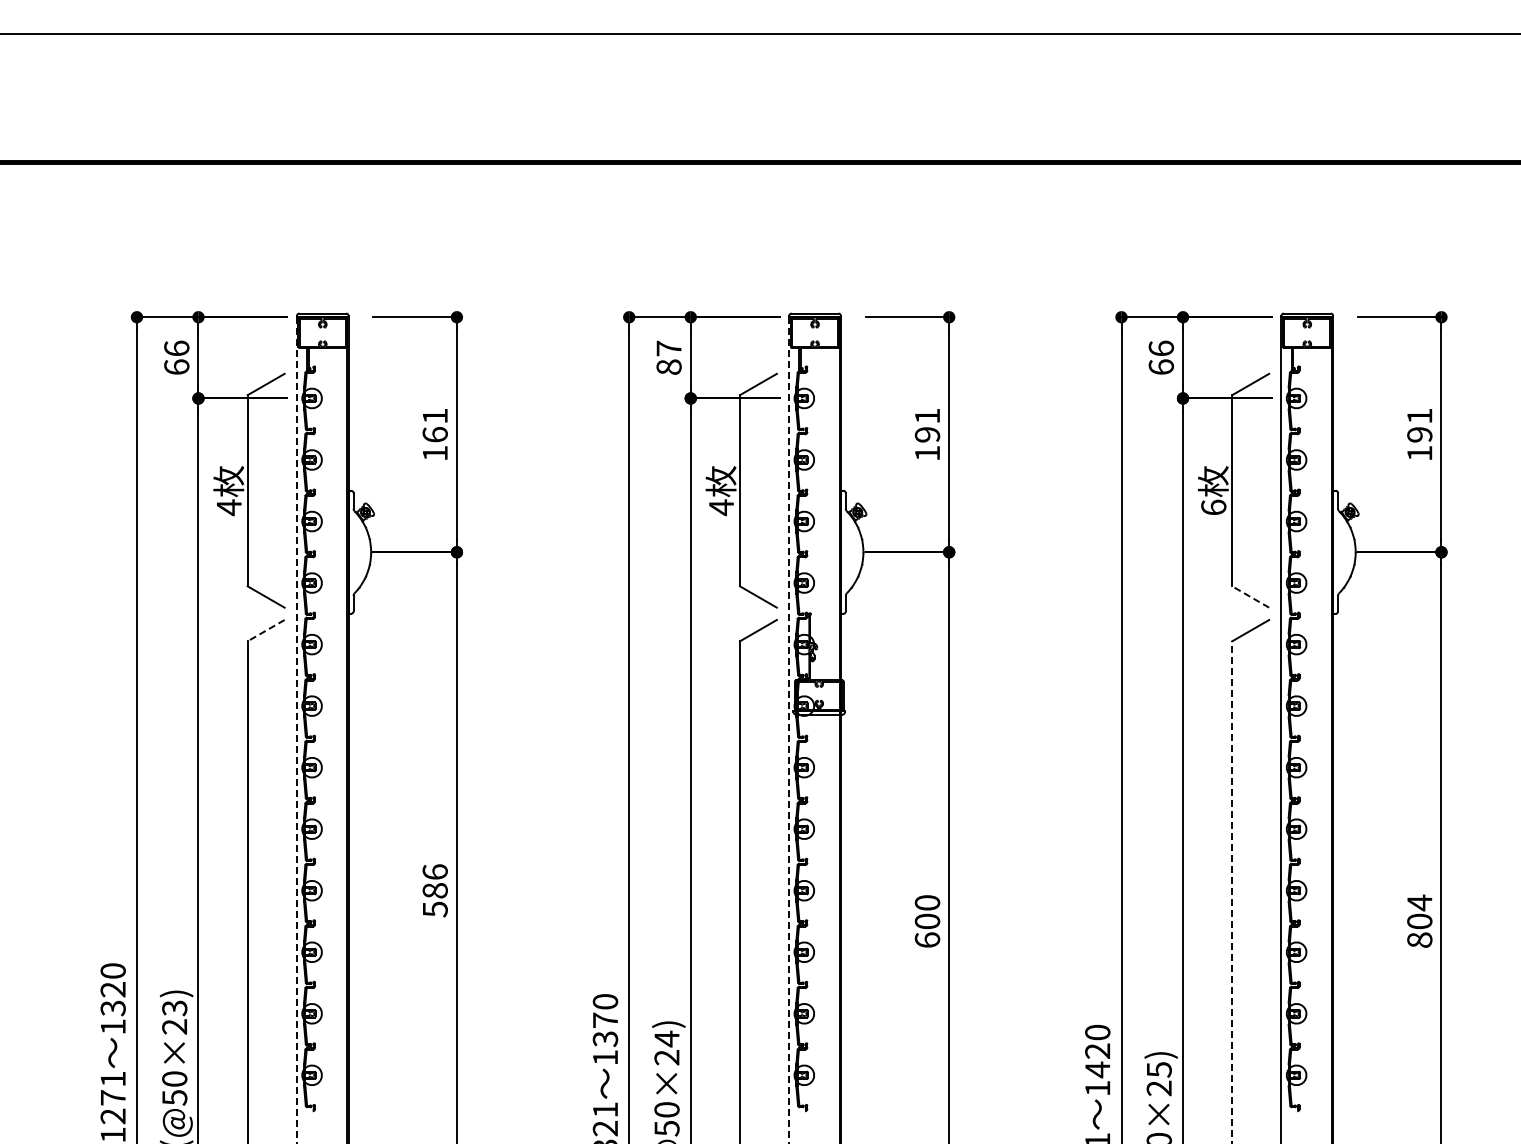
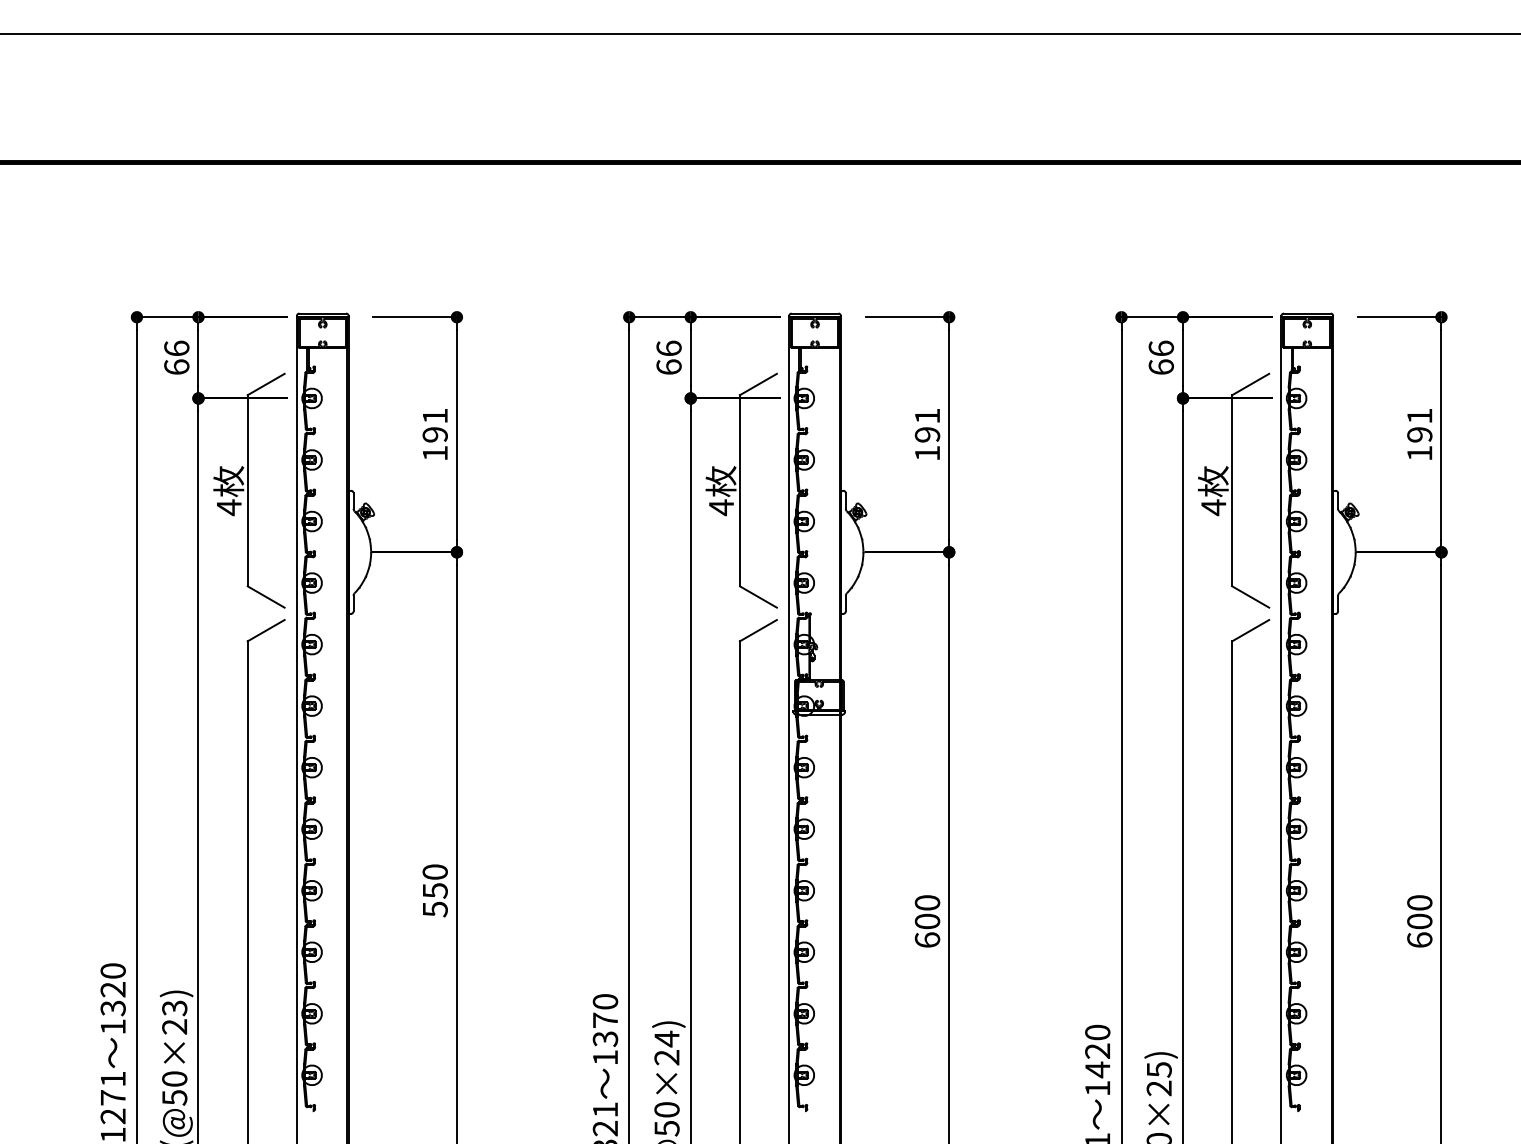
text at (668, 357): 87 -> 66
text at (434, 434): 161 -> 191
text at (1213, 507): 6 -> 4
line at (1250, 596): dashed -> solid
line at (265, 630): dashed -> solid
line at (296, 731): dashed -> solid
line at (789, 731): dashed -> solid
text at (434, 881): 586 -> 550
line at (1232, 892): dashed -> solid
text at (1419, 920): 804 -> 600
